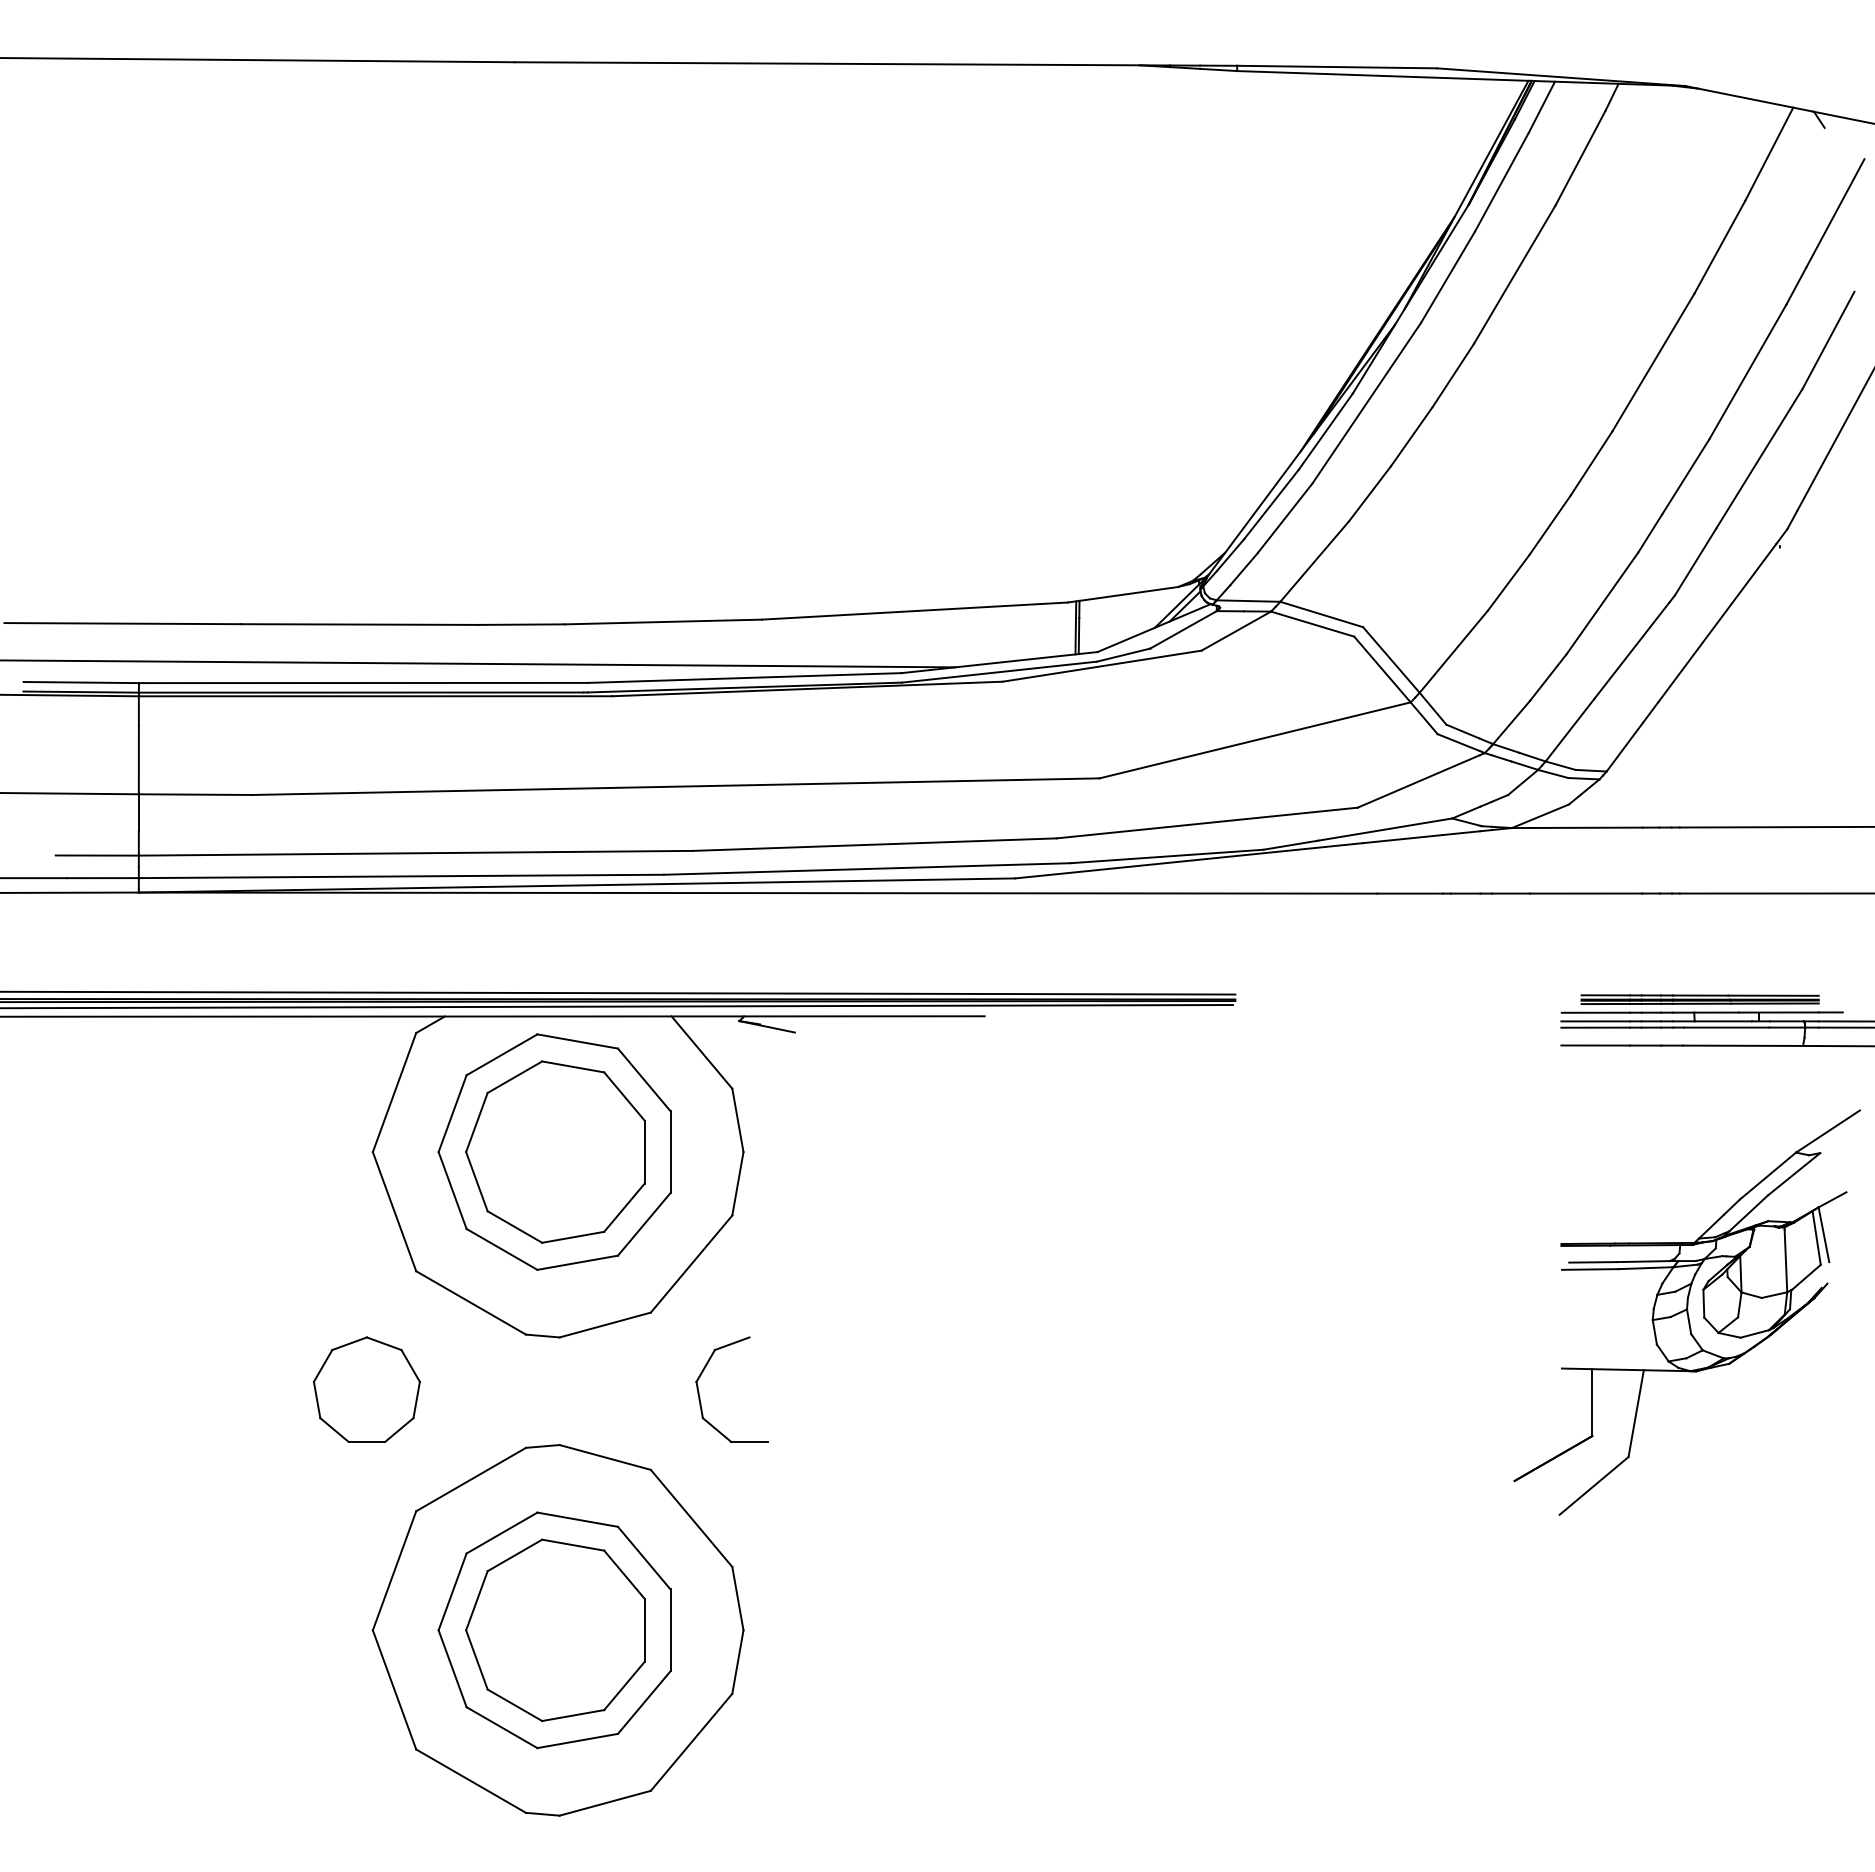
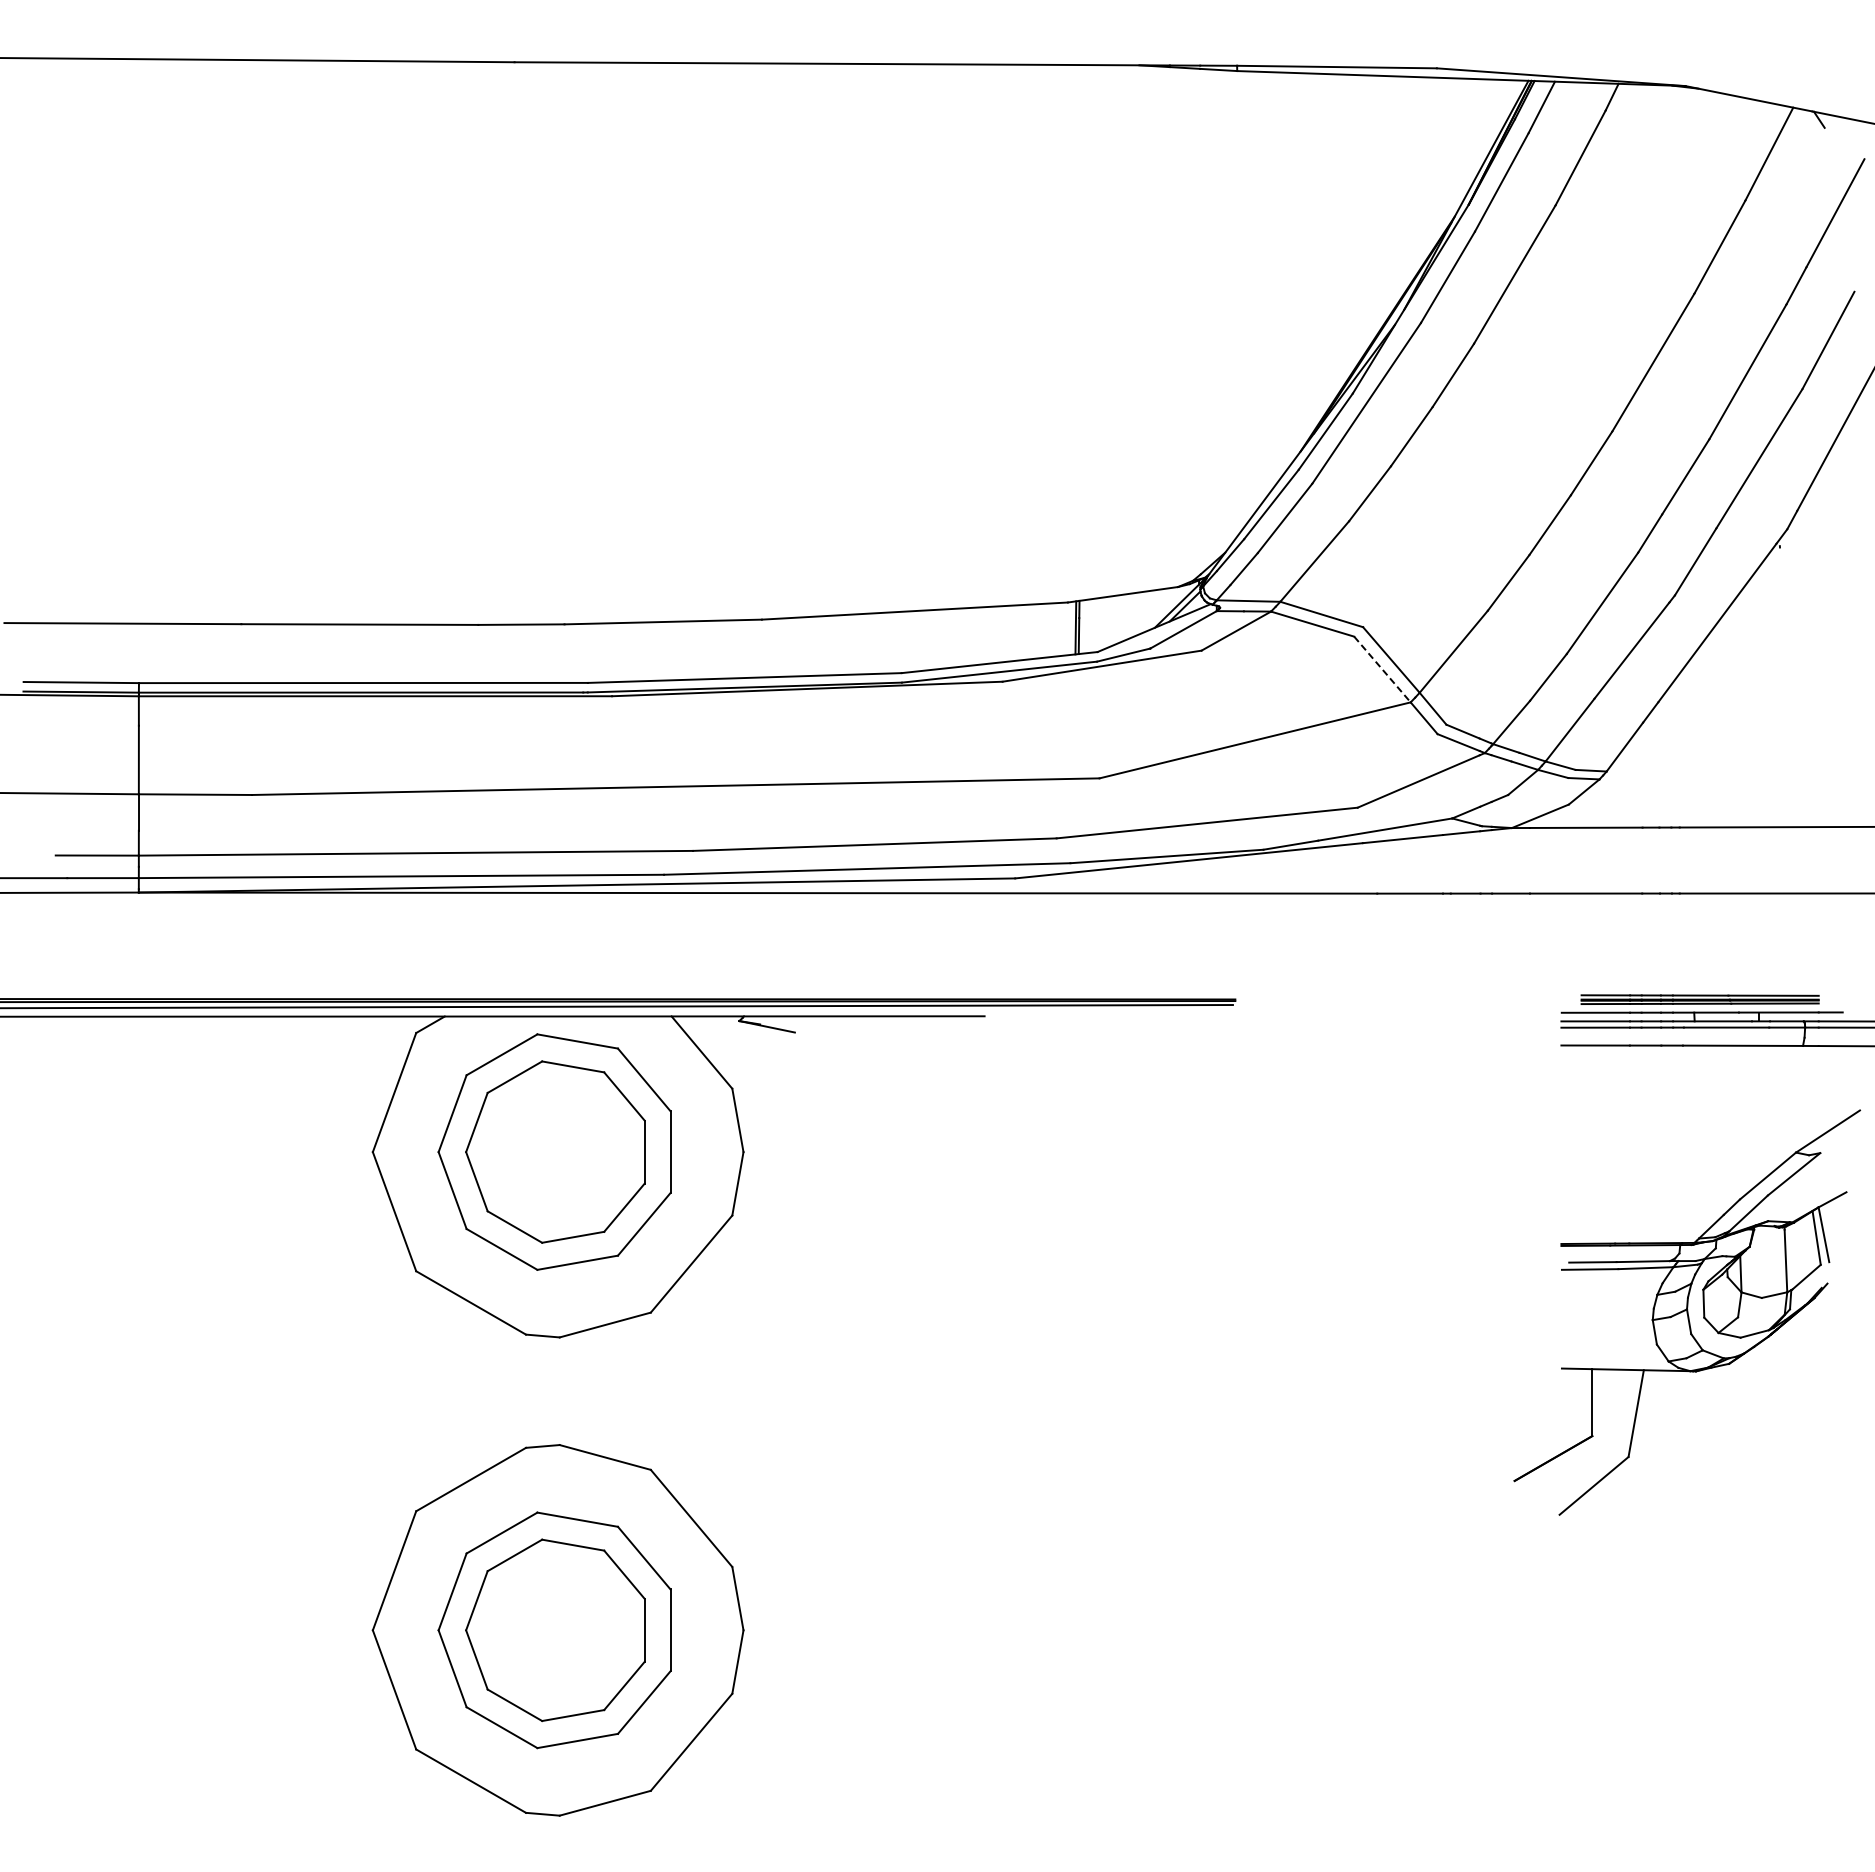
line at (478, 663): present -> none
line at (1382, 669): solid -> dashed
line at (618, 992): present -> none
part at (366, 1389): present -> none
part at (700, 1397): present -> none
